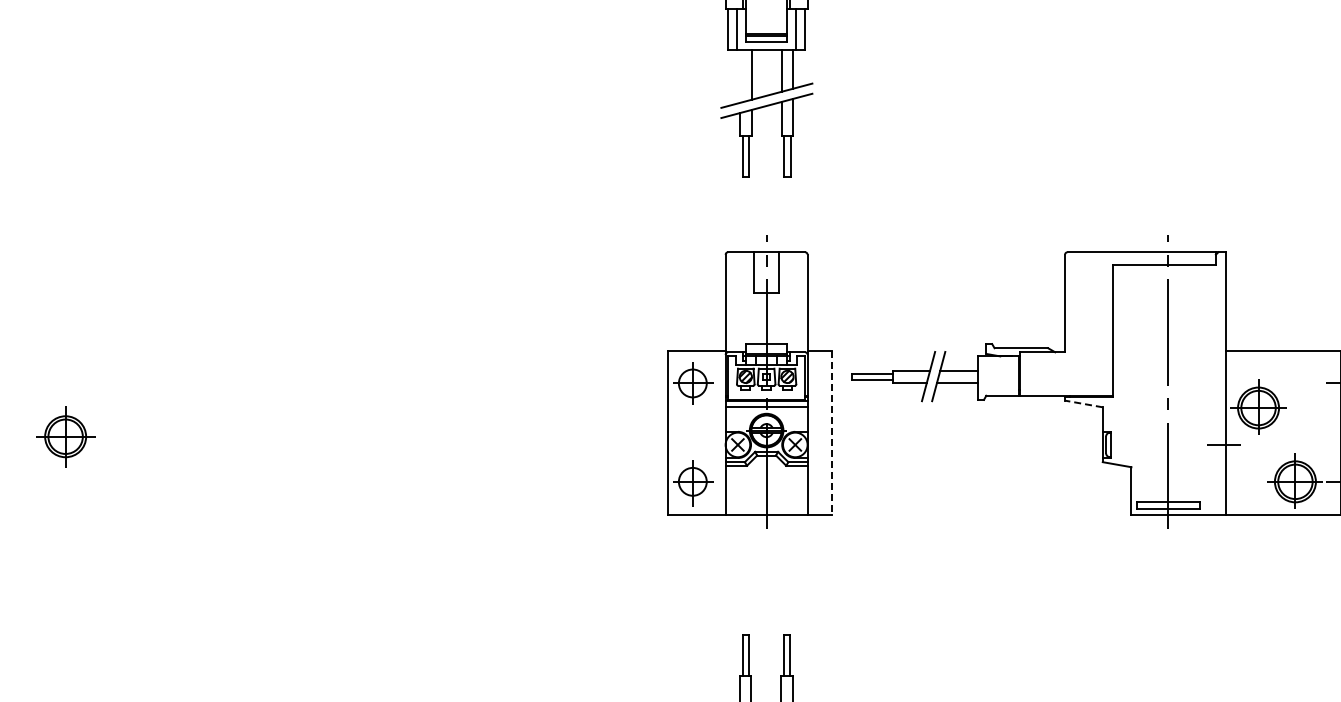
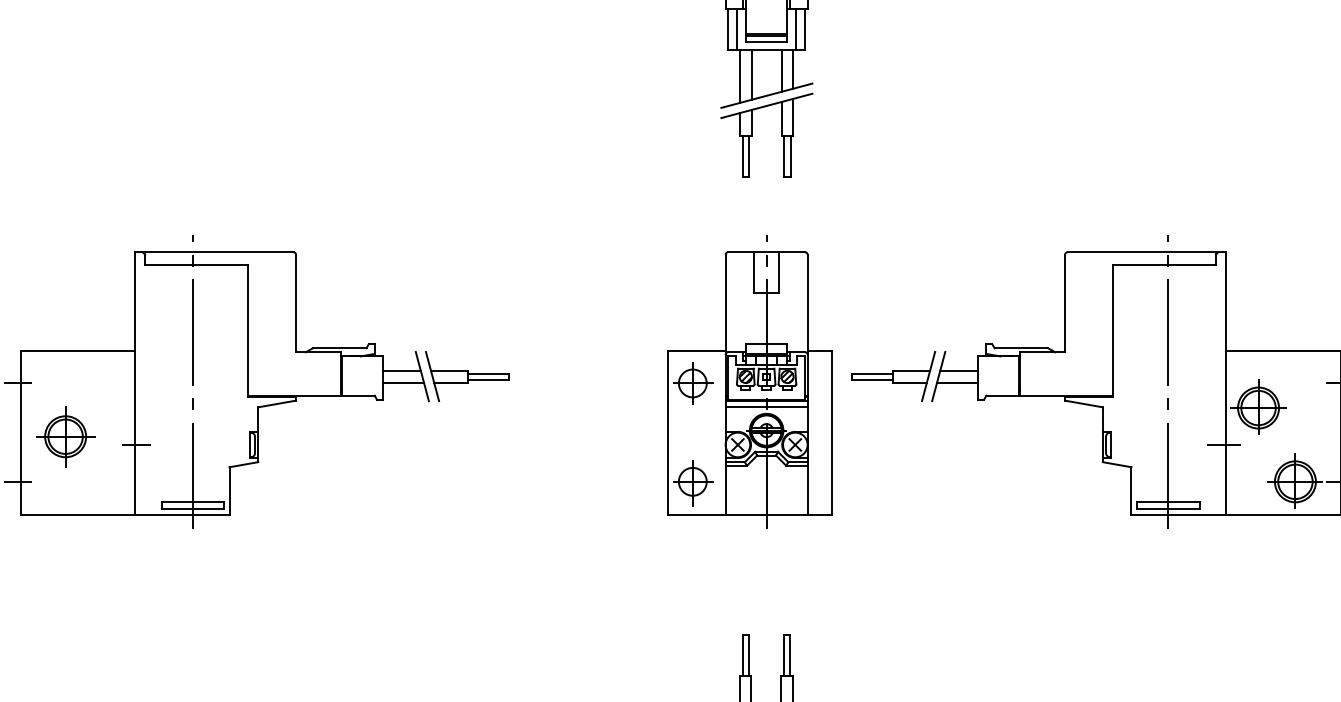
line at (739, 75): none -> present
part at (256, 381): none -> present
line at (1083, 403): dashed -> solid
line at (832, 432): dashed -> solid
